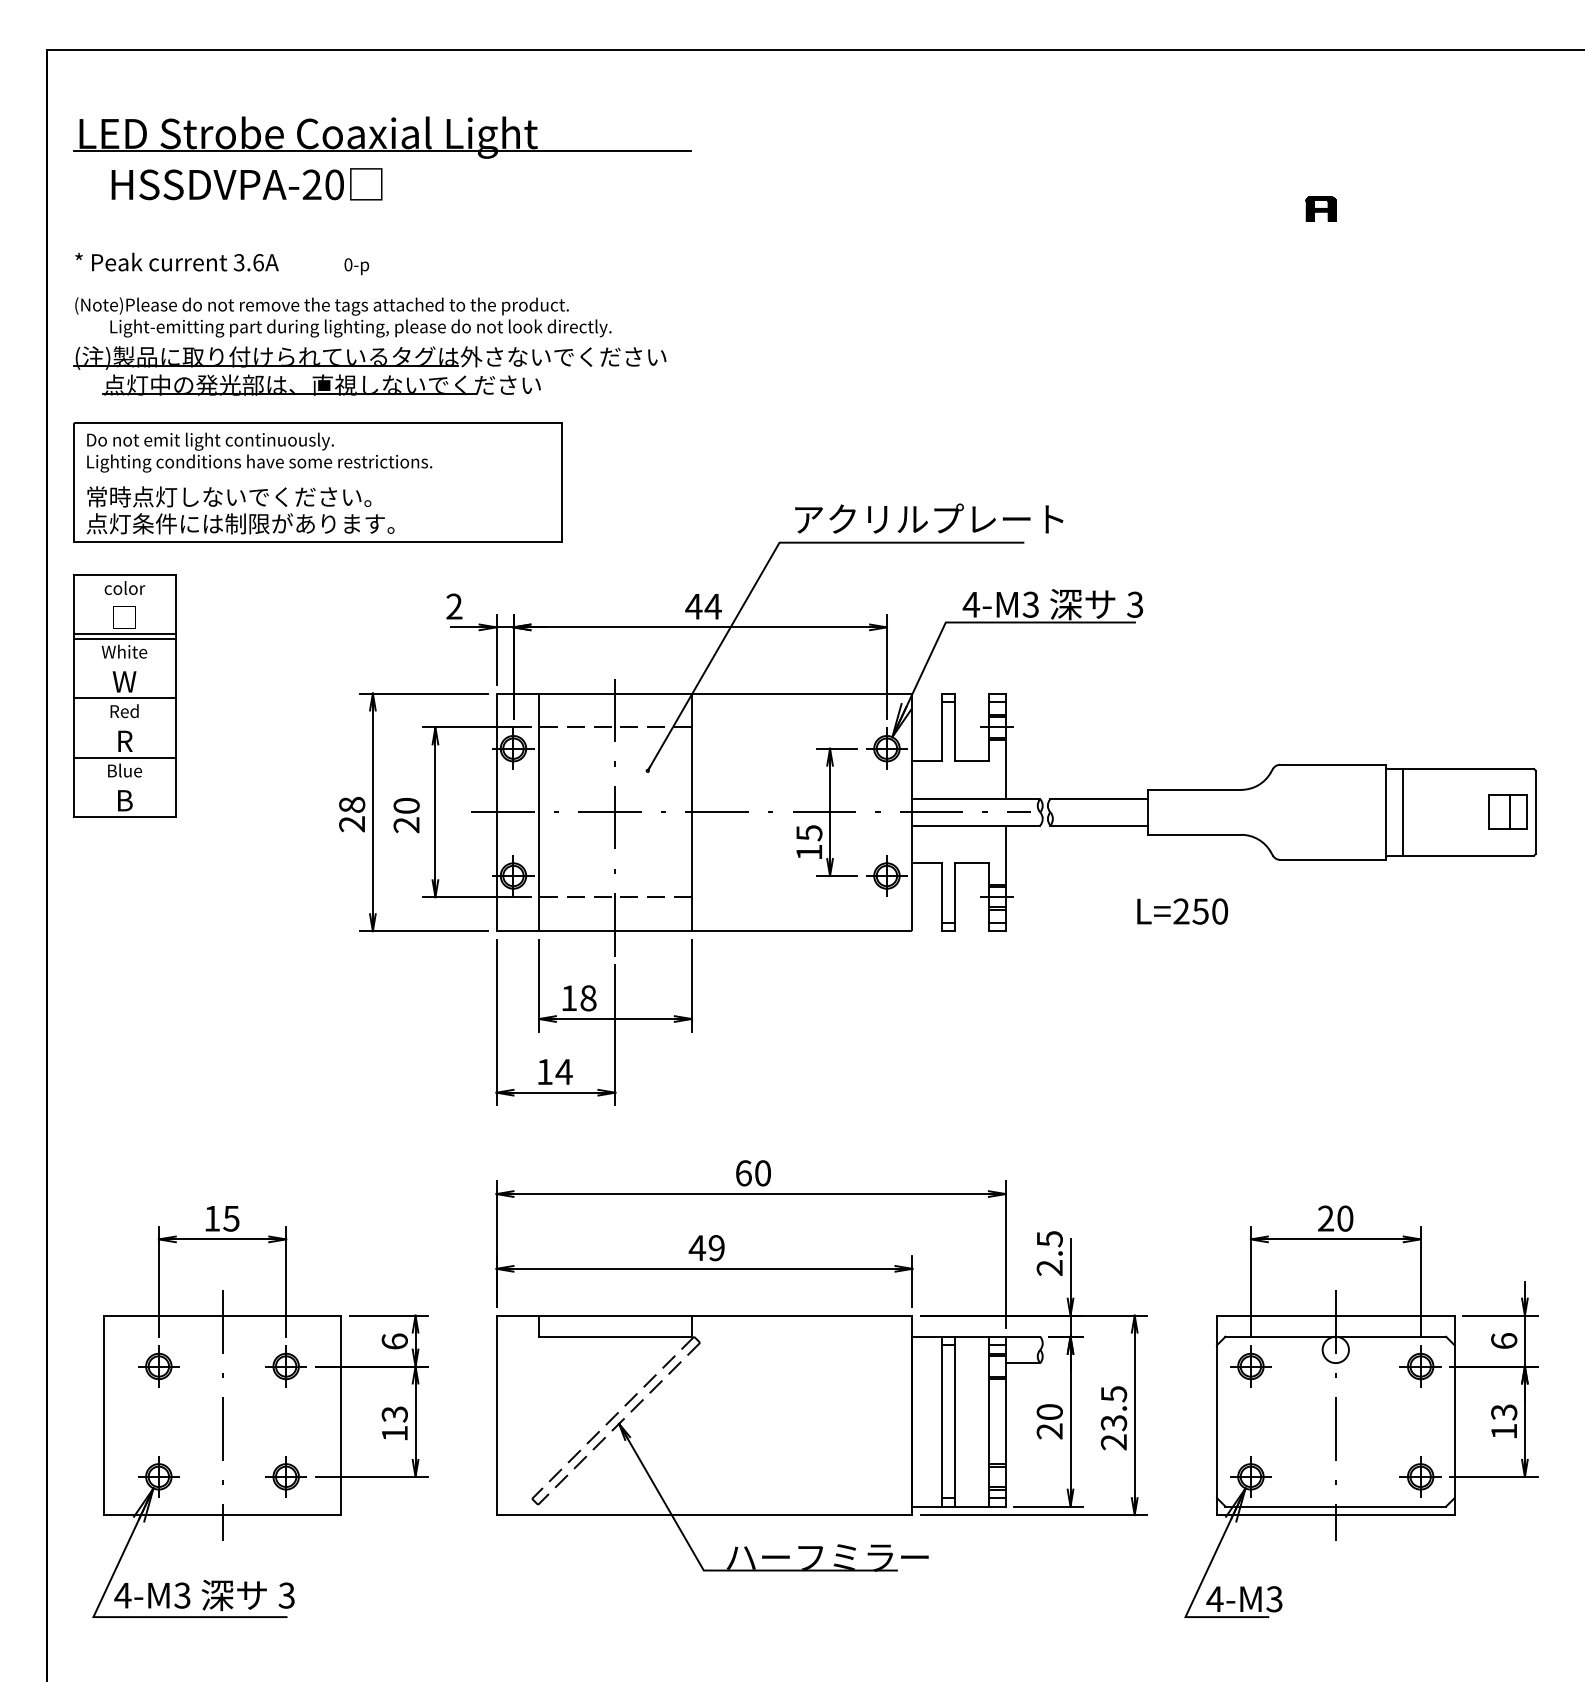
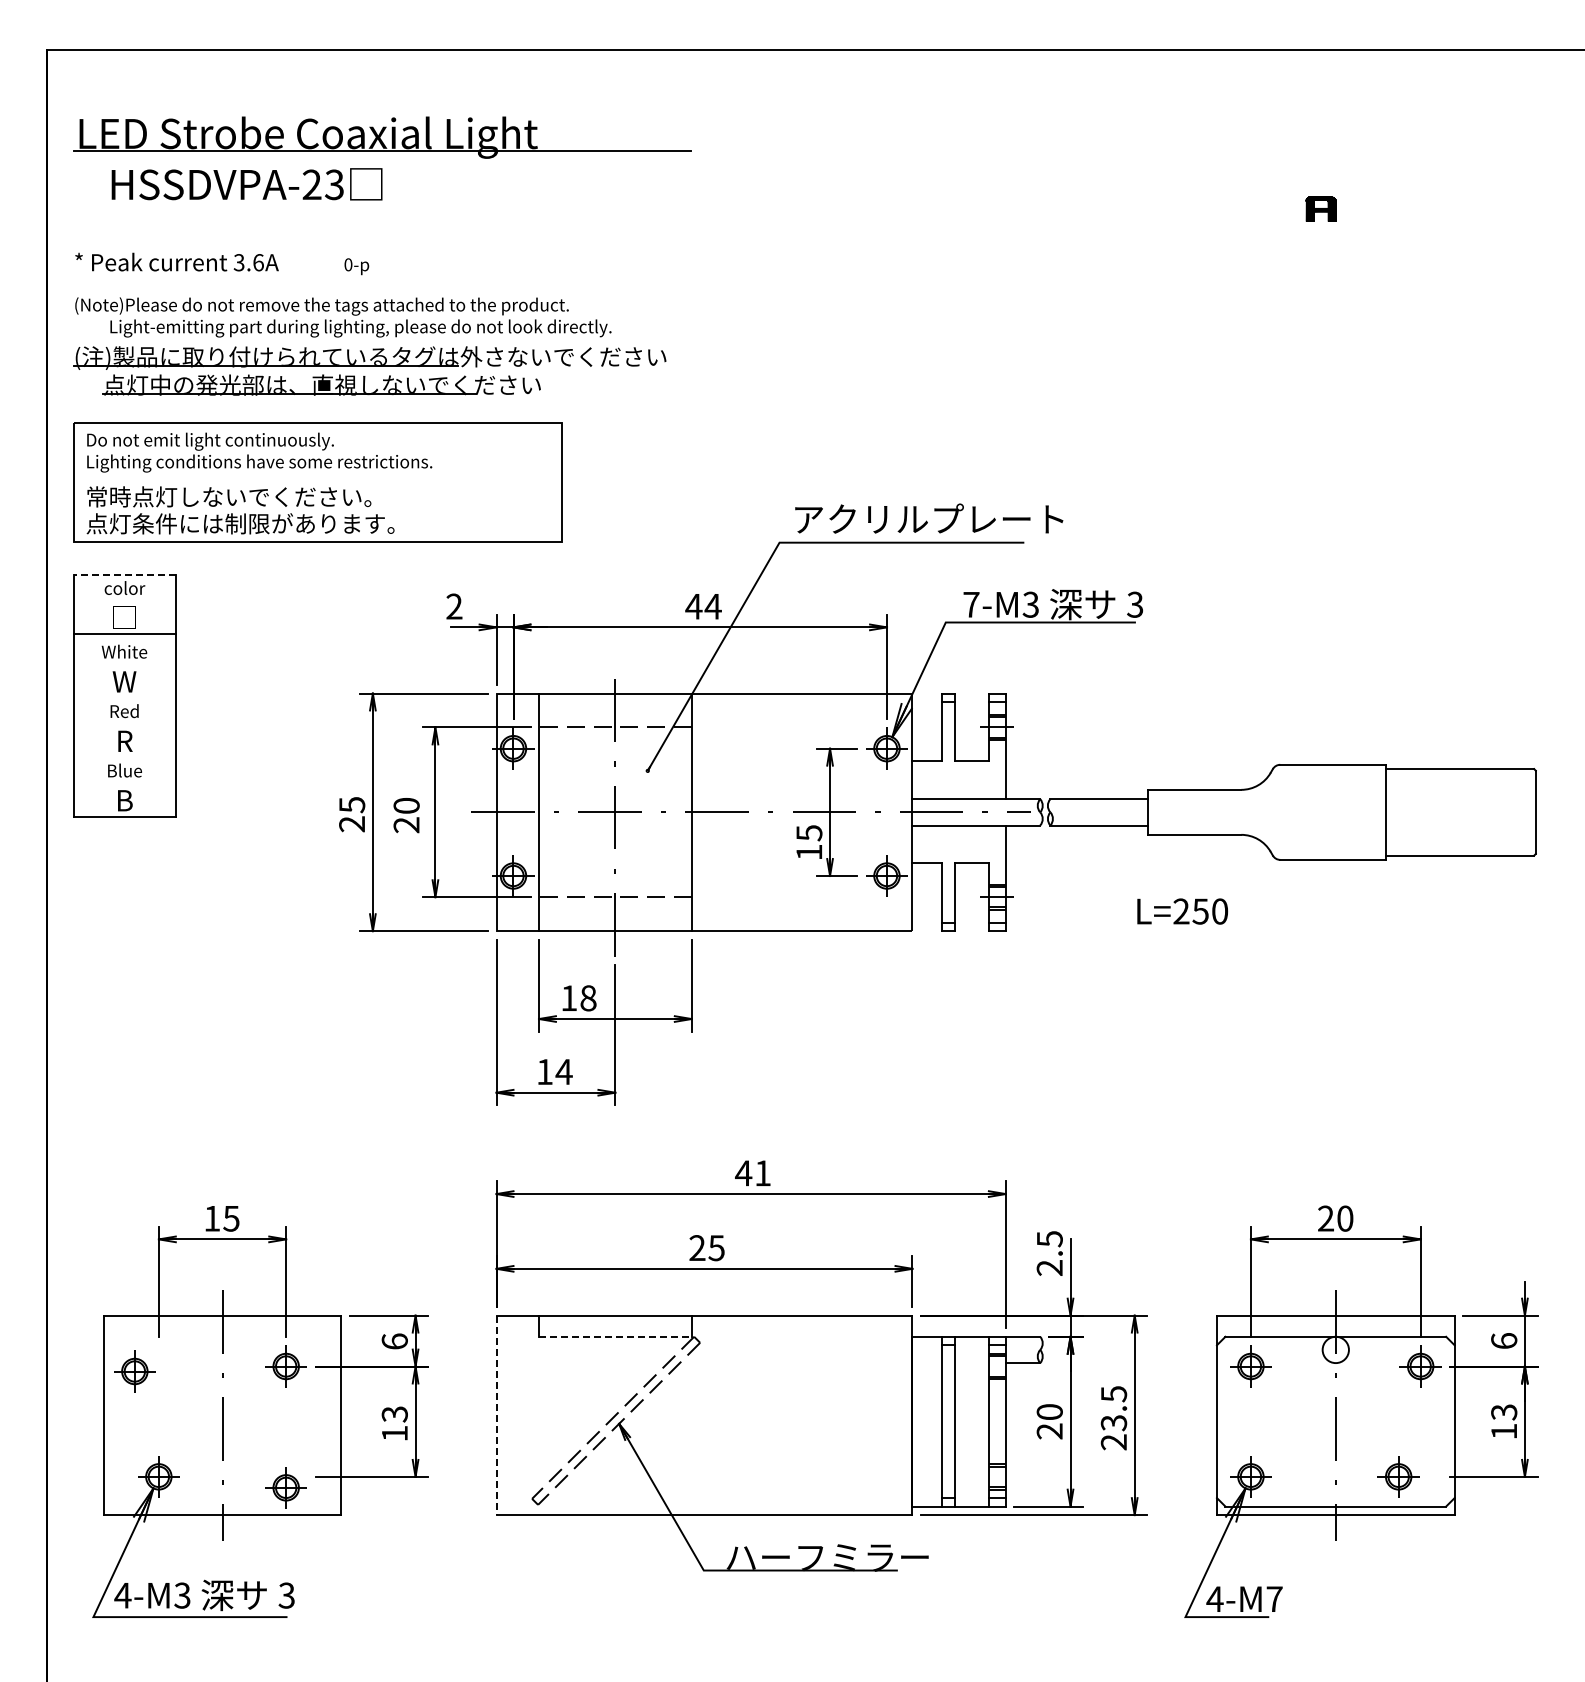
text at (334, 184): HSSDVPA-20 -> HSSDVPA-23
line at (124, 575): solid -> dashed
text at (971, 604): 4-M3 -> 7-M3
line at (124, 638): present -> none
line at (124, 698): present -> none
line at (124, 757): present -> none
text at (352, 804): 28 -> 25
part at (1507, 811): present -> none
line at (1403, 812): present -> none
text at (752, 1173): 60 -> 41
text at (706, 1248): 49 -> 25
line at (615, 1336): solid -> dashed
part at (158, 1366) position: (158, 1366) -> (134, 1371)
line at (496, 1415): solid -> dashed
part at (285, 1476) position: (285, 1476) -> (285, 1487)
part at (1420, 1476) position: (1420, 1476) -> (1398, 1476)
text at (1274, 1599): 4-M3 -> 4-M7
